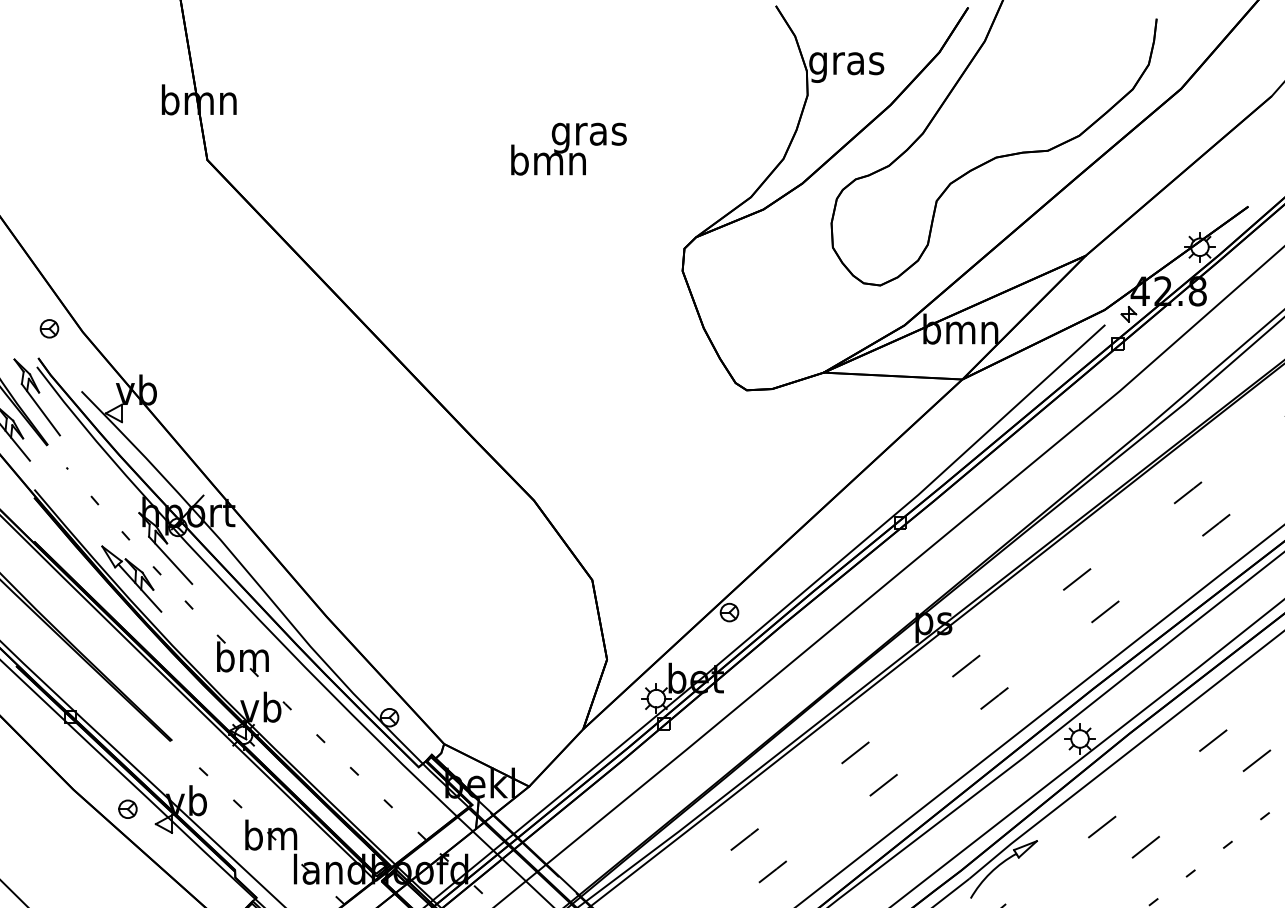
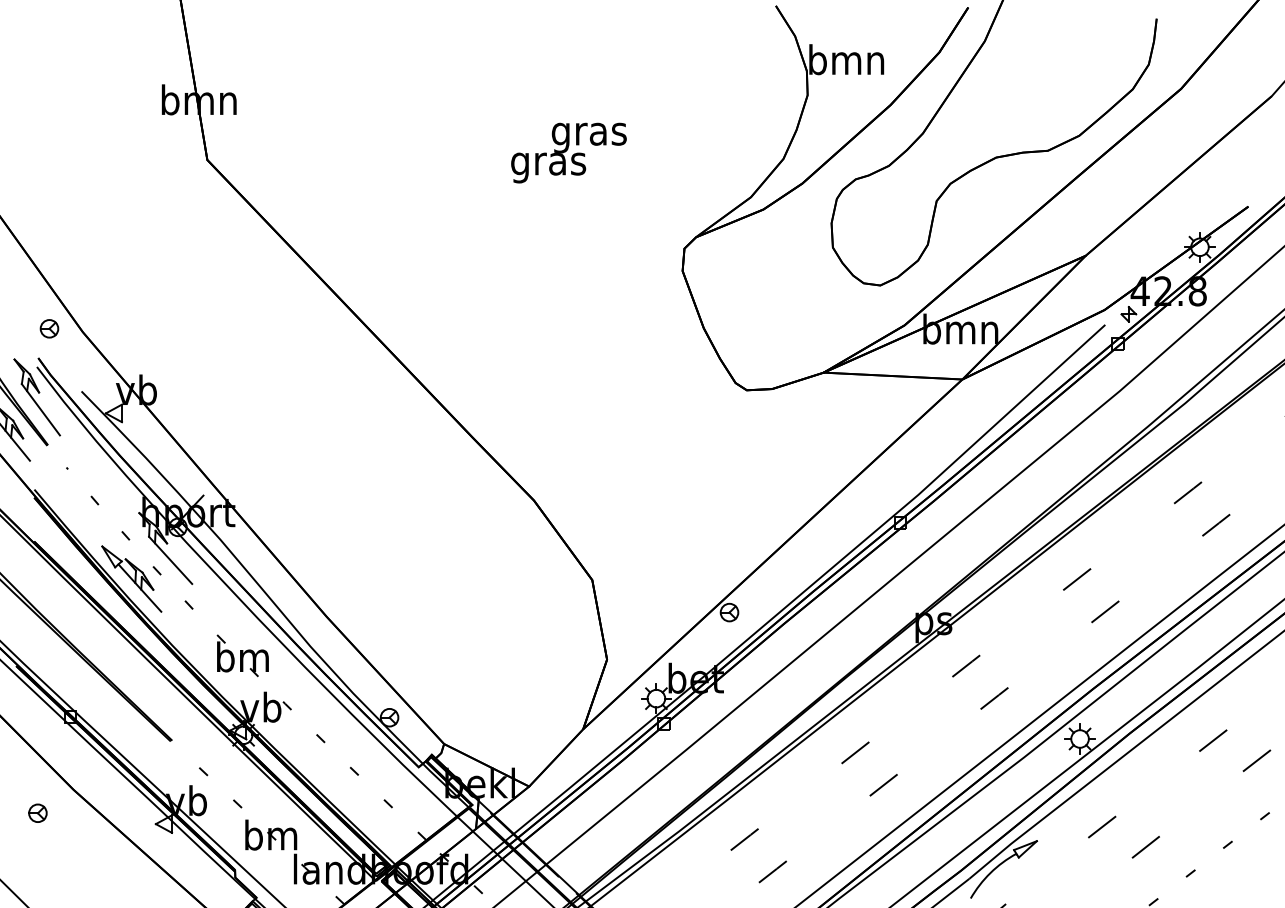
text at (846, 63): gras -> bmn
text at (548, 163): bmn -> gras
part at (127, 808) position: (127, 808) -> (37, 812)
